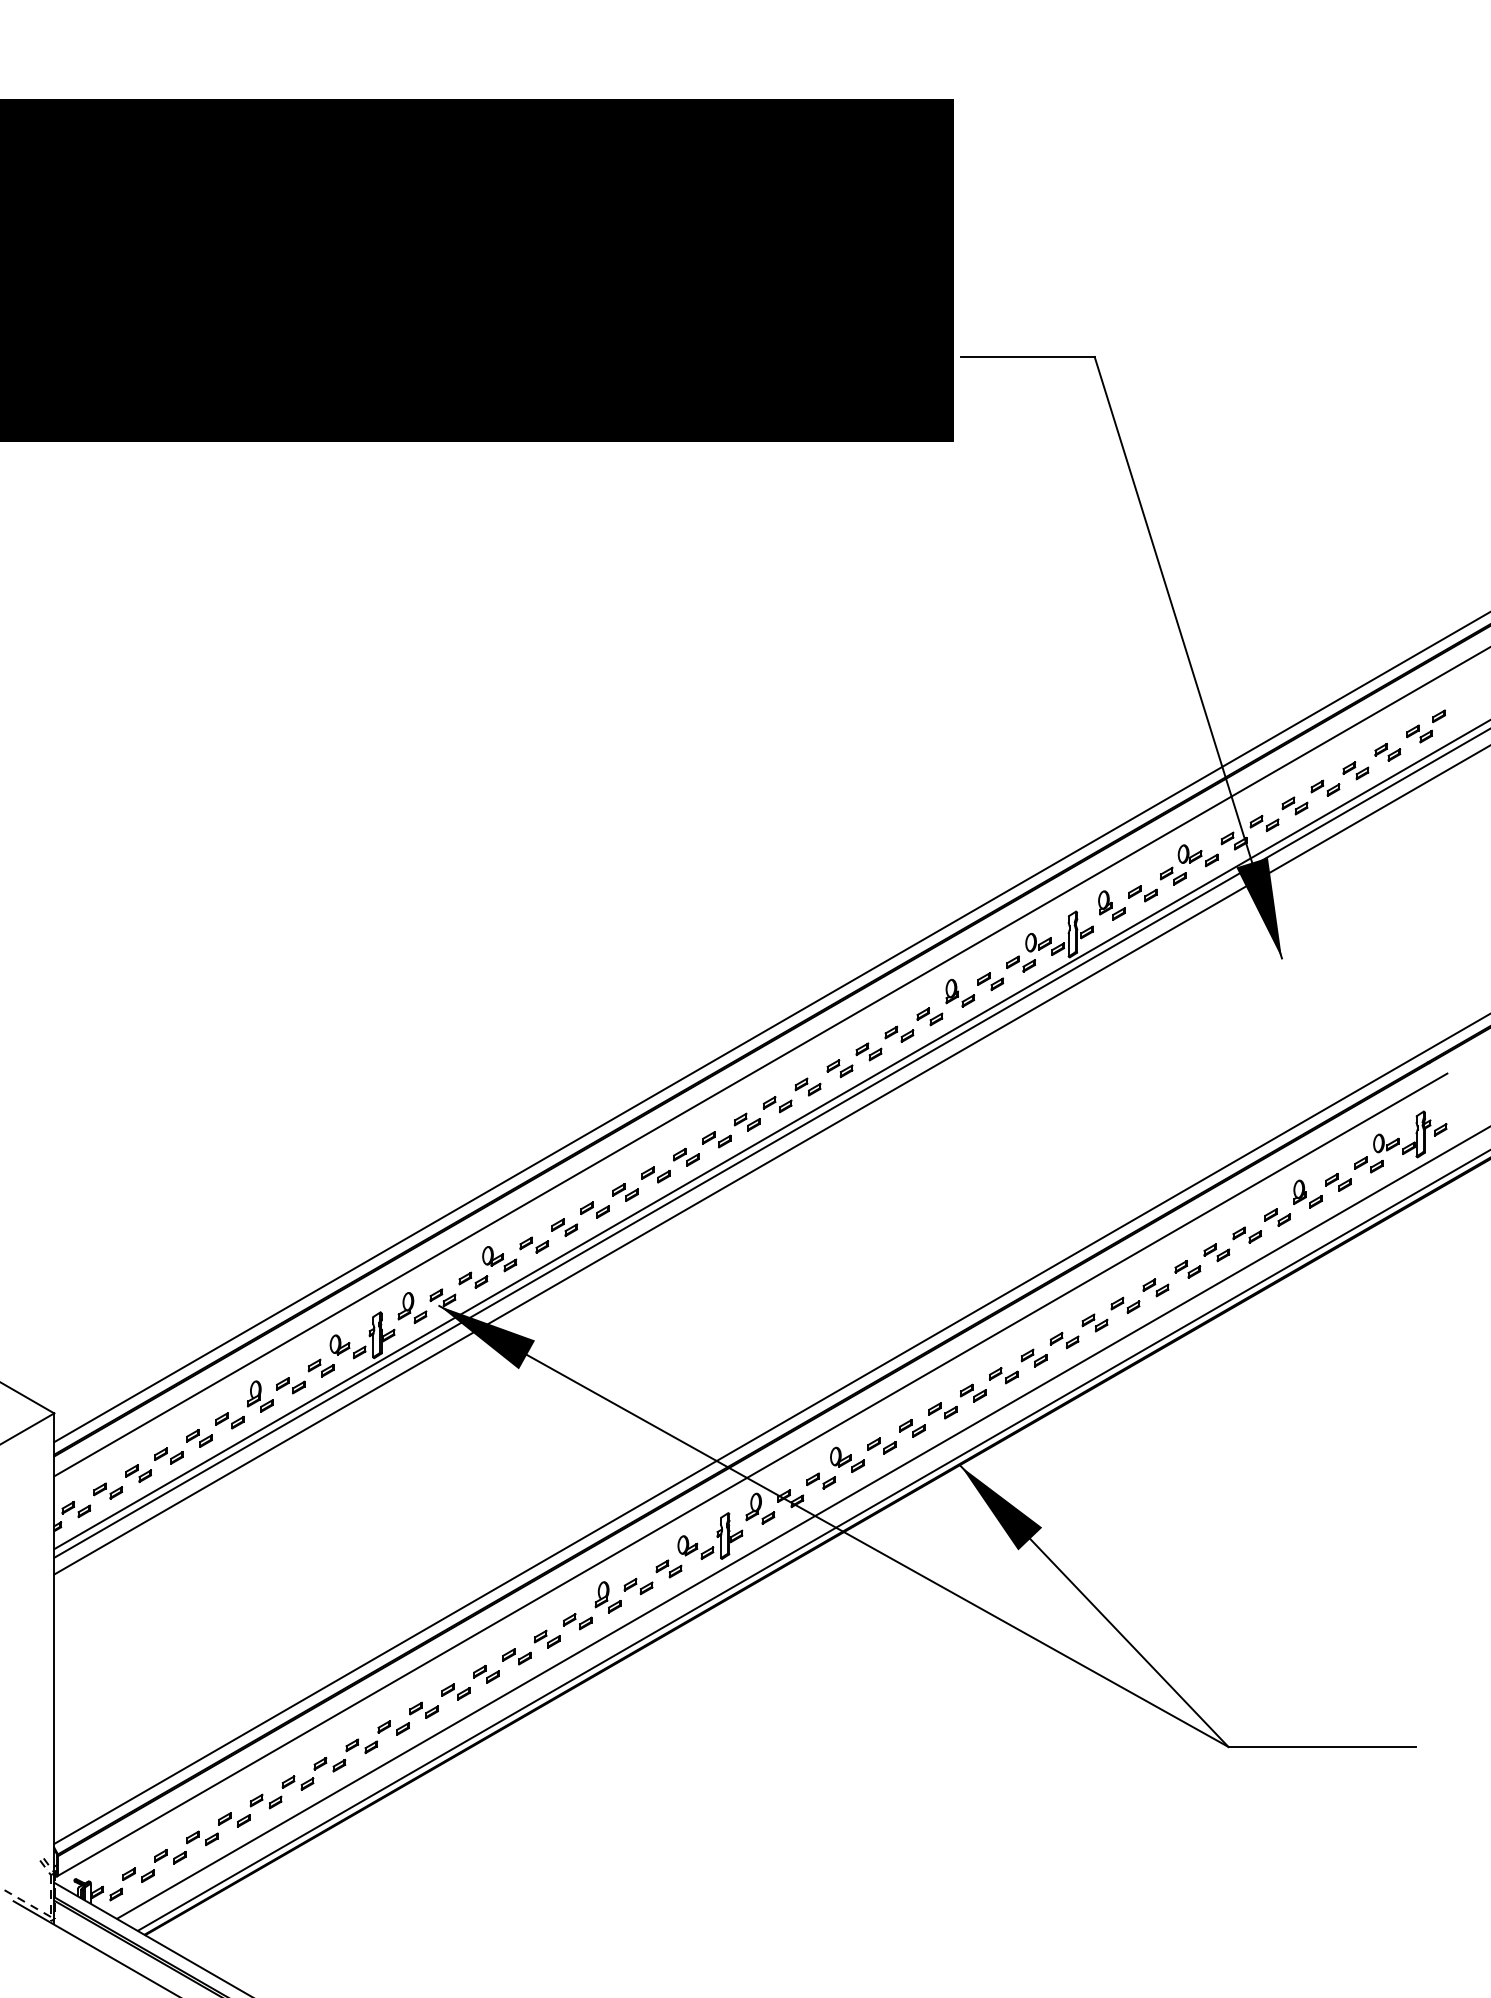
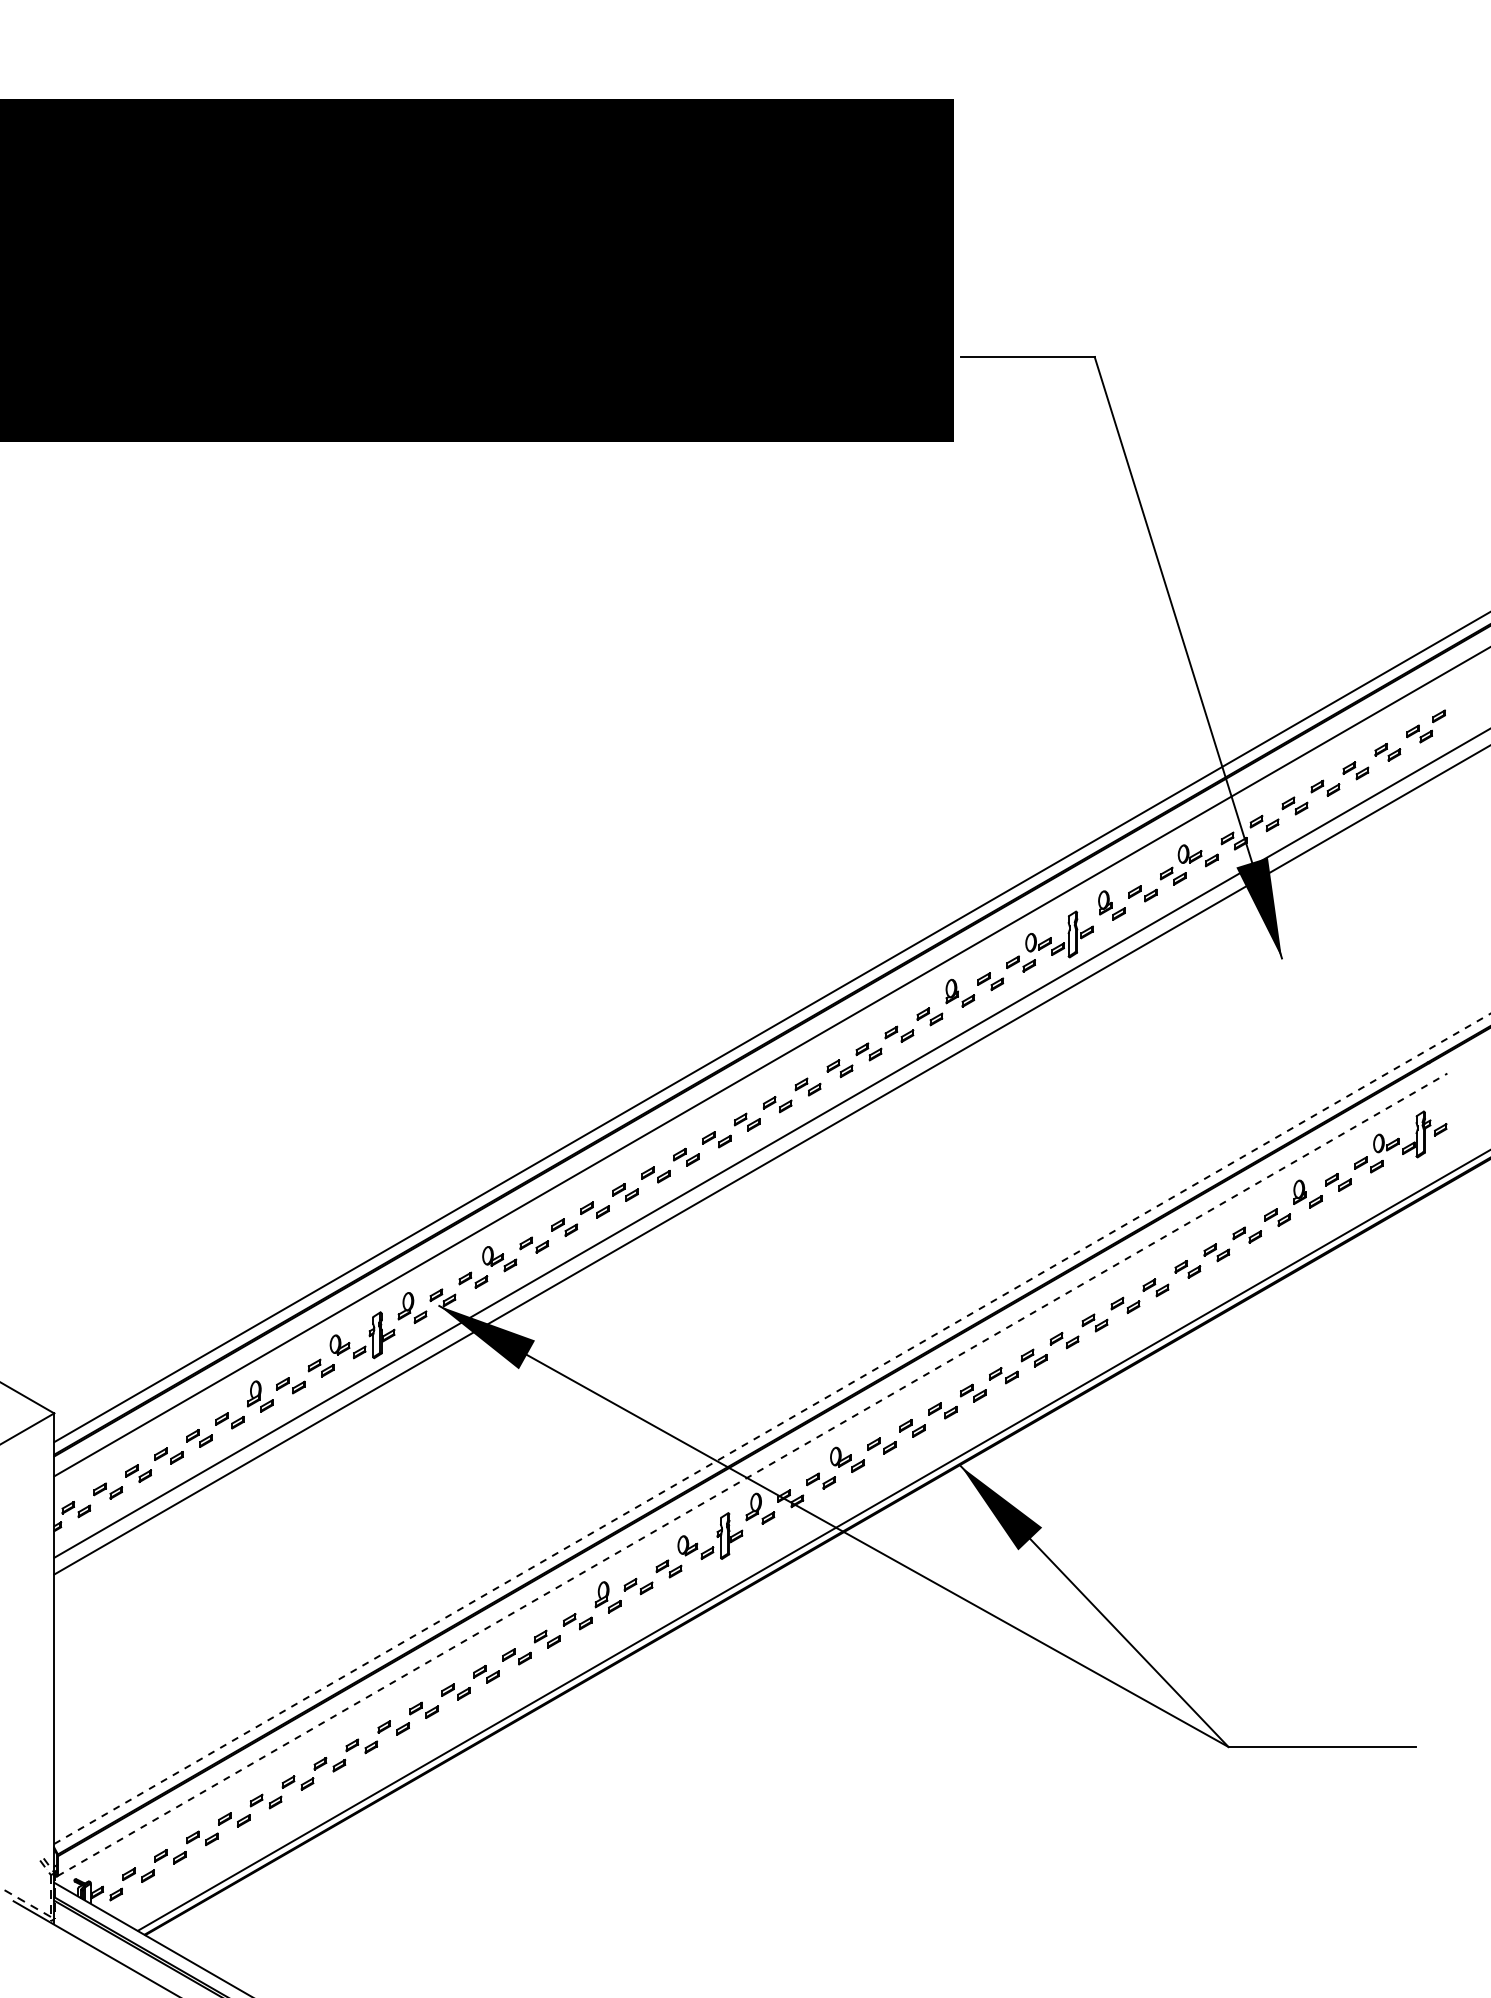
line at (770, 1135): present -> none
line at (772, 1428): solid -> dashed
line at (752, 1474): solid -> dashed
line at (802, 1522): present -> none
